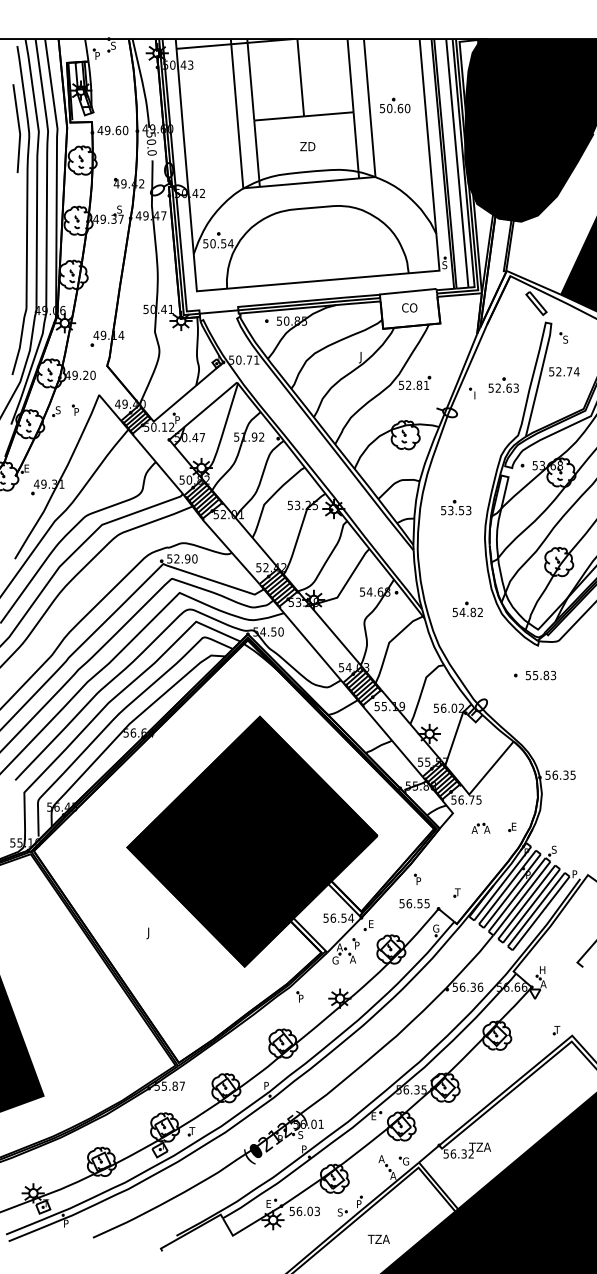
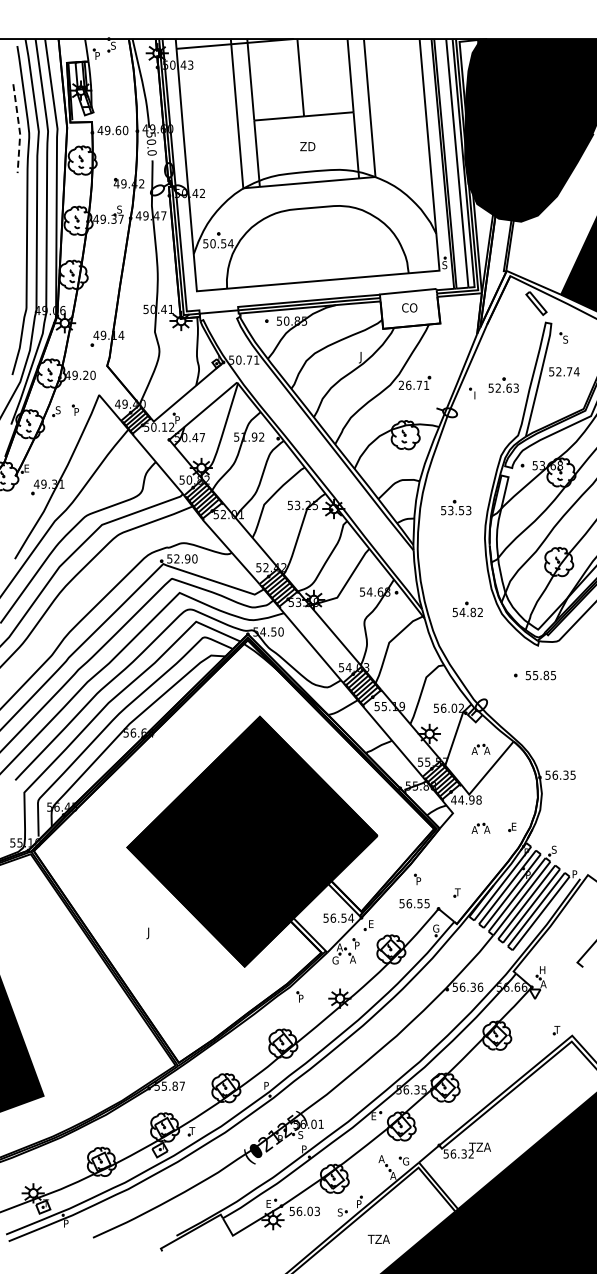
part at (395, 105): present -> none
line at (19, 129): solid -> dashed
text at (410, 384): 52.81 -> 26.71
text at (553, 674): 55.83 -> 55.85
part at (480, 748): none -> present
text at (466, 799): 56.75 -> 44.98
